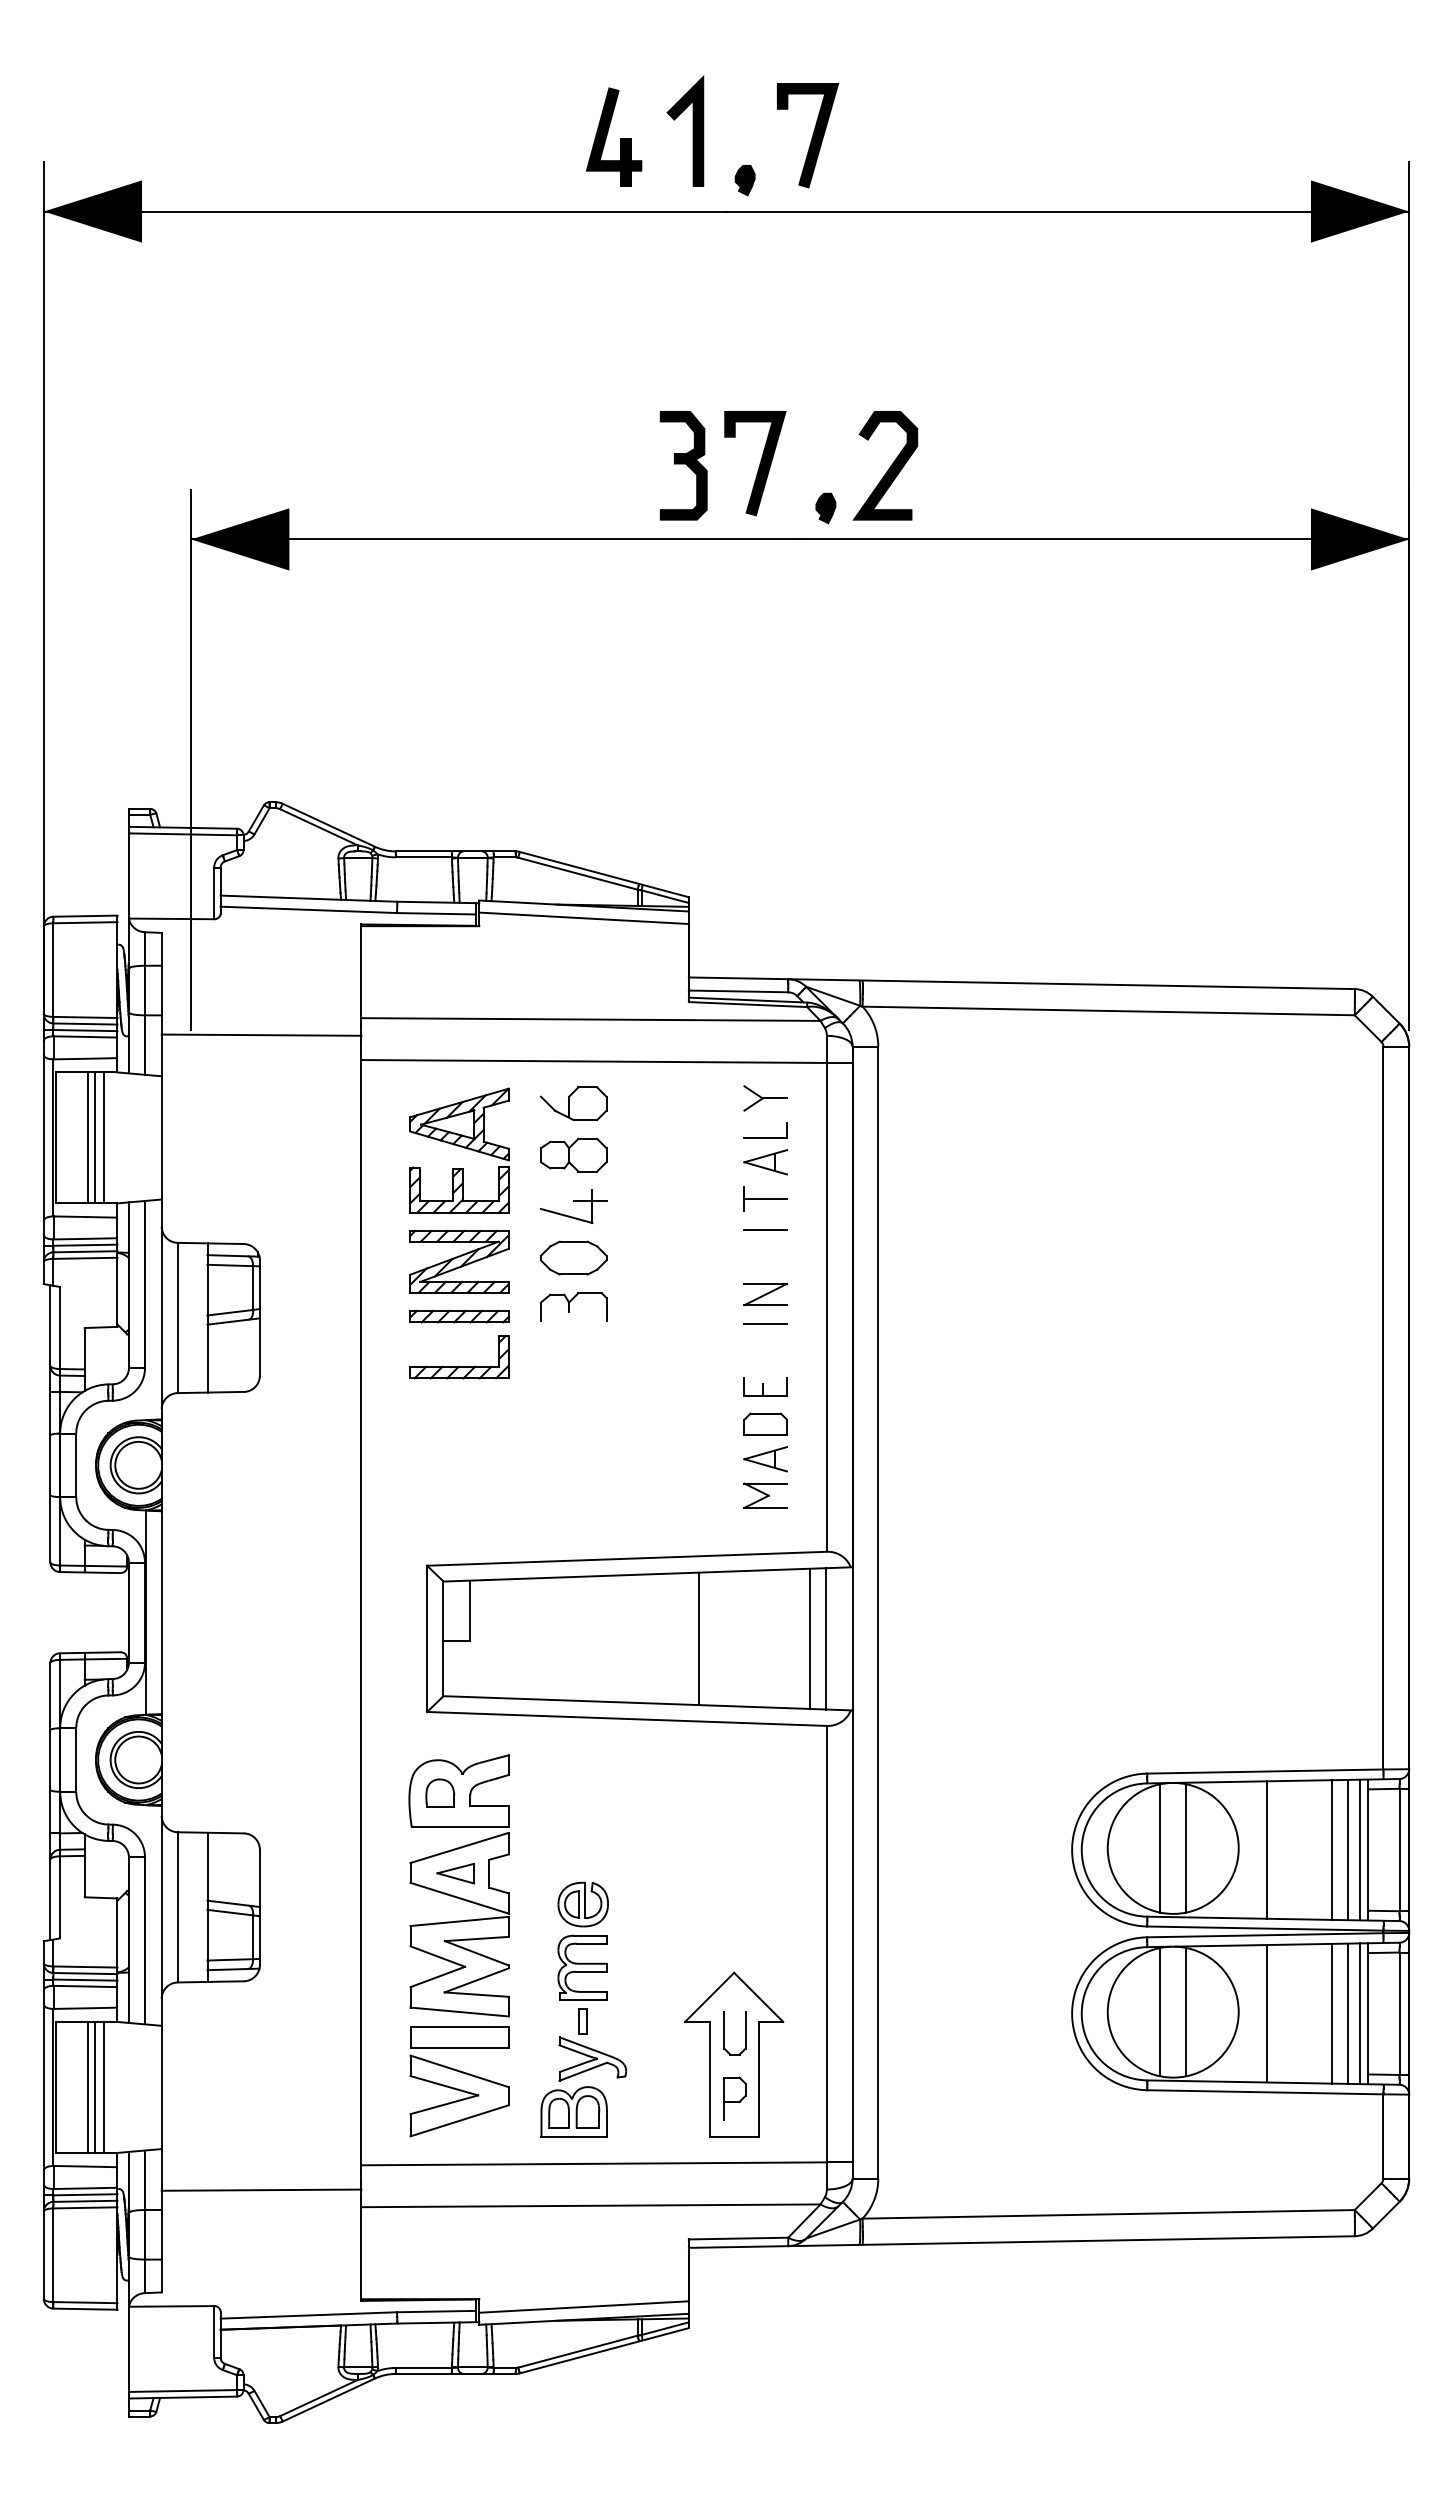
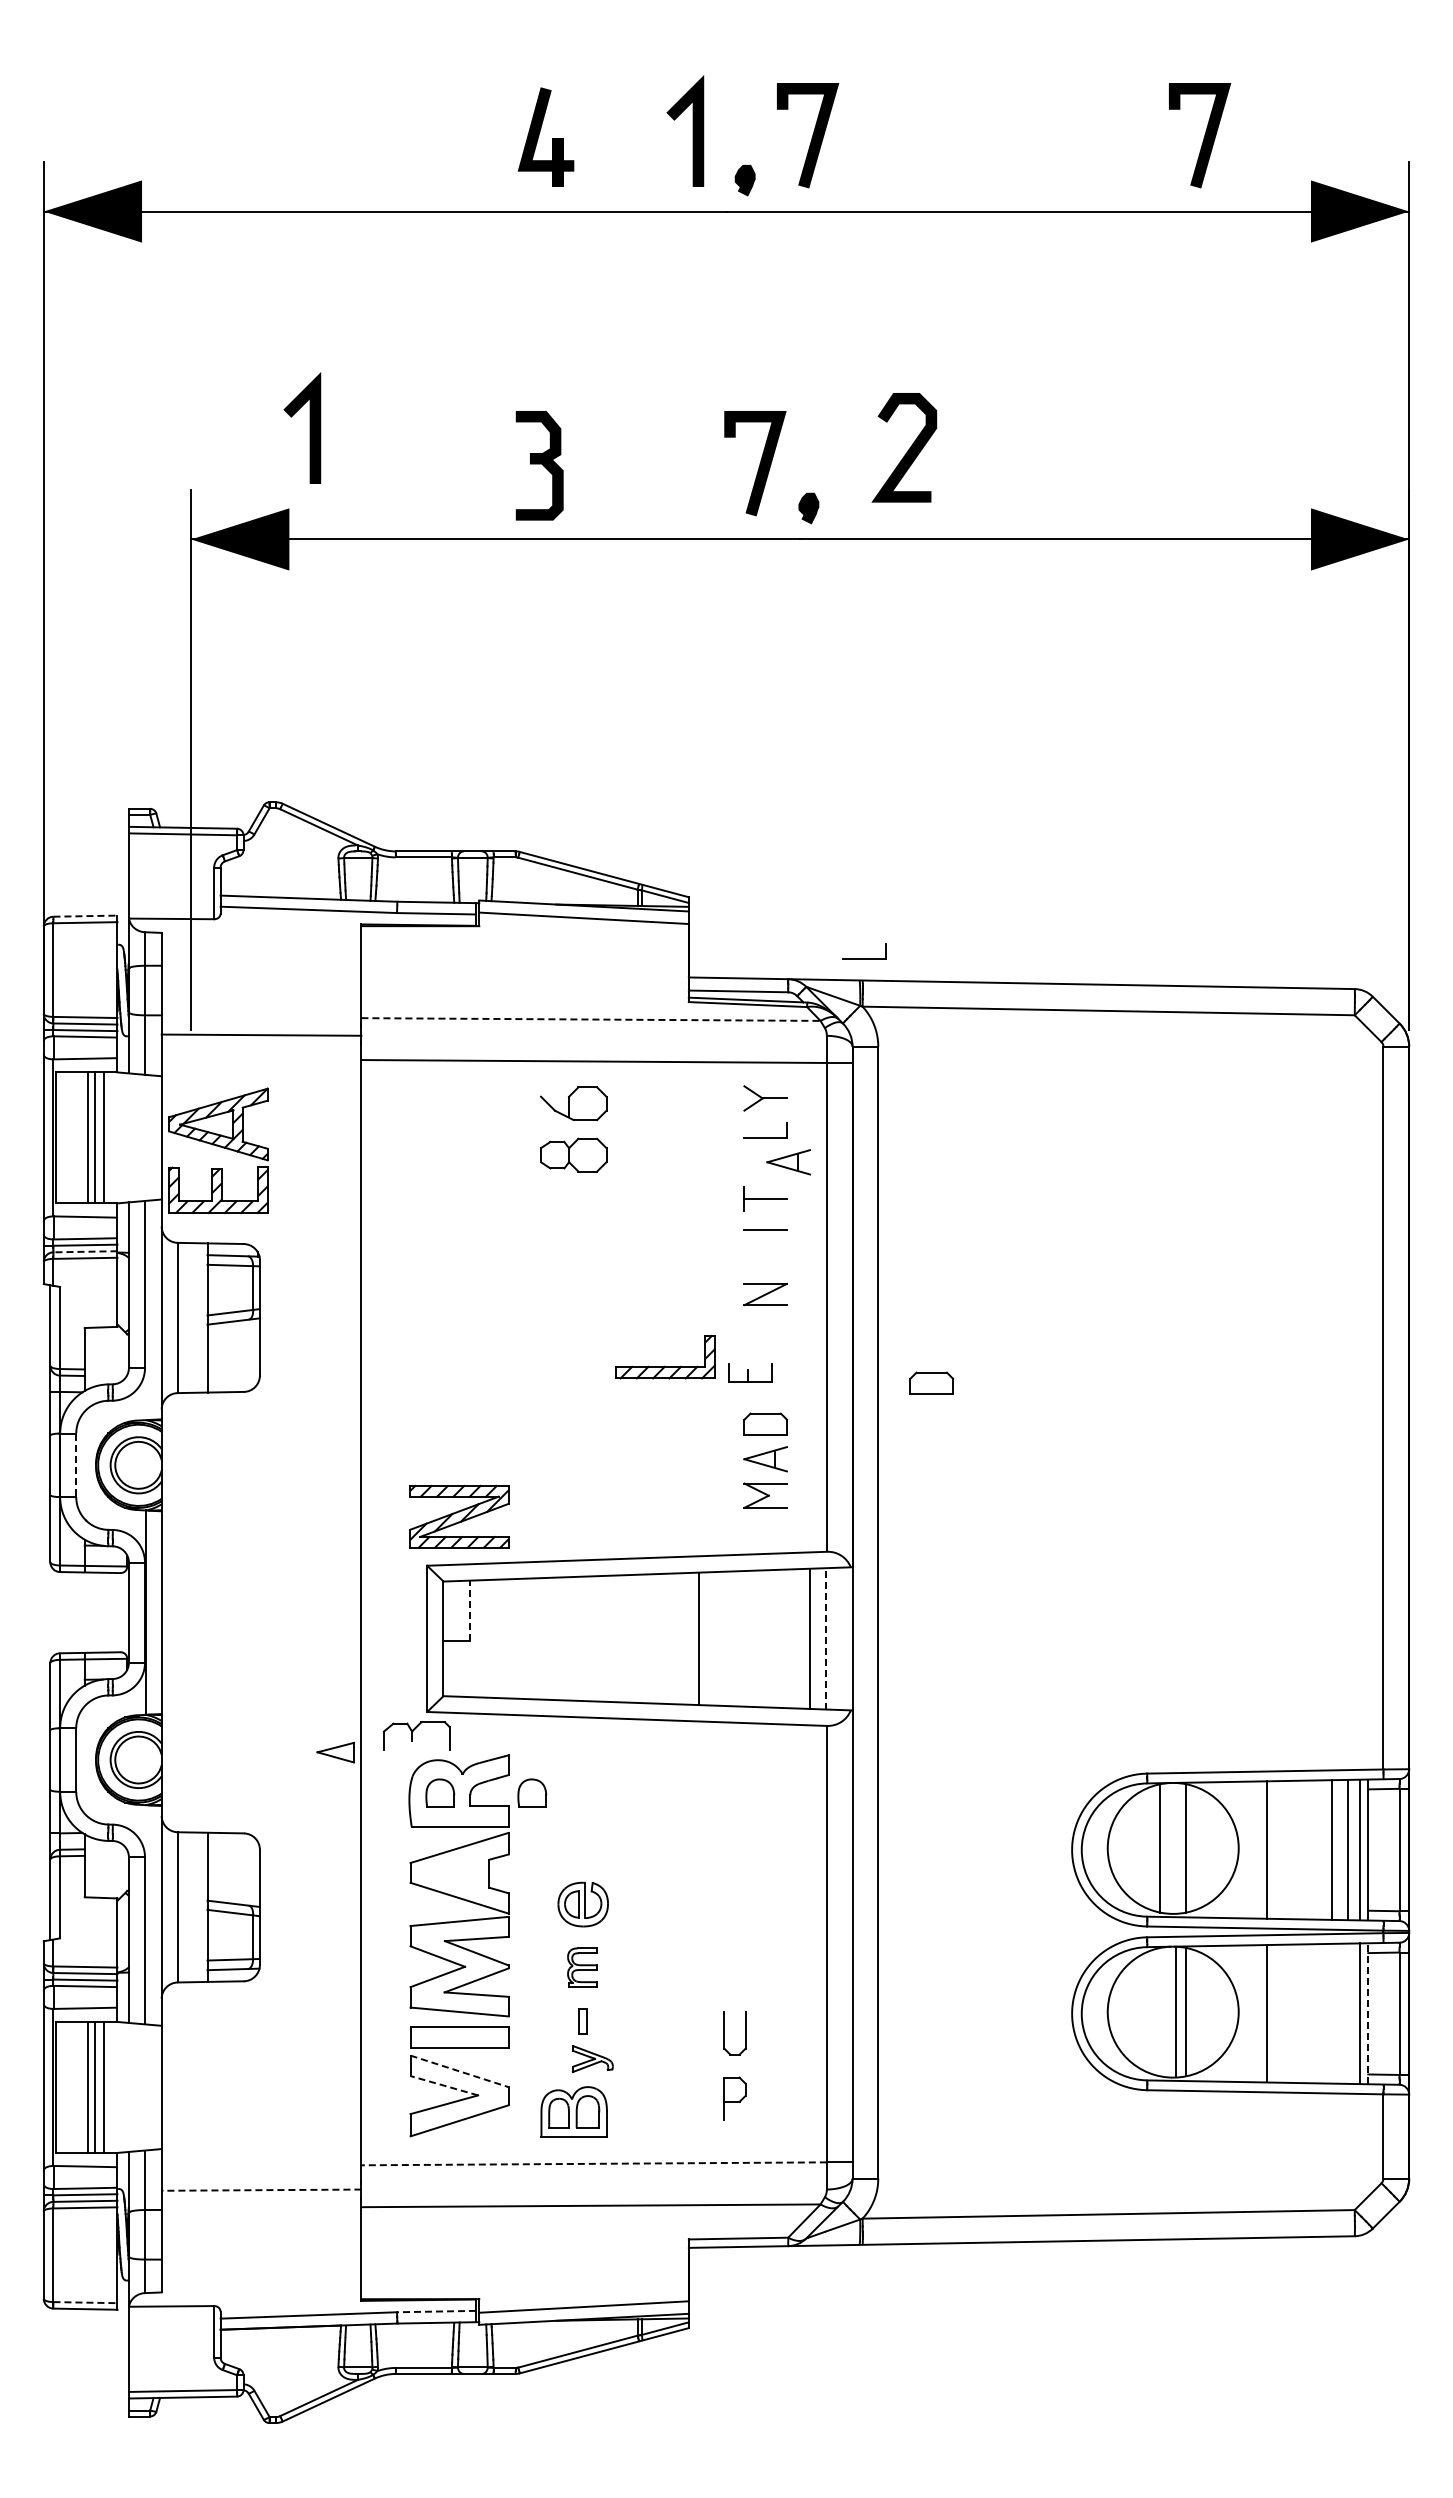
part at (613, 136) position: (613, 136) -> (545, 136)
line at (1203, 137): none -> present
line at (309, 427): none -> present
part at (683, 465) position: (683, 465) -> (539, 465)
curve at (888, 468) position: (888, 468) -> (907, 450)
part at (825, 508) position: (825, 508) -> (808, 508)
line at (85, 916): solid -> dashed
part at (864, 958): none -> present
line at (590, 1019): solid -> dashed
part at (459, 1150) position: (459, 1150) -> (218, 1150)
part at (765, 1162) position: (765, 1162) -> (788, 1162)
part at (573, 1206): present -> none
line at (84, 1251): solid -> dashed
part at (573, 1257): present -> none
part at (459, 1261) position: (459, 1261) -> (459, 1516)
part at (573, 1306) position: (573, 1306) -> (416, 1735)
part at (459, 1316): present -> none
line at (765, 1323): present -> none
part at (458, 1365) position: (458, 1365) -> (664, 1365)
part at (931, 1382): none -> present
part at (765, 1386) position: (765, 1386) -> (750, 1372)
line at (76, 1465): solid -> dashed
line at (469, 1610): solid -> dashed
line at (826, 1638): solid -> dashed
part at (532, 1792): none -> present
part at (455, 1873) position: (455, 1873) -> (335, 1752)
part at (582, 1967) size: 51x67 px -> 31x41 px
line at (1160, 2011) position: (1160, 2011) -> (1176, 2011)
line at (1332, 2013): present -> none
line at (1348, 2013): present -> none
line at (1368, 2013): solid -> dashed
part at (734, 2054): present -> none
part at (592, 2058) size: 70x46 px -> 43x29 px
line at (459, 2071): solid -> dashed
line at (443, 2085): solid -> dashed
line at (594, 2163): solid -> dashed
line at (261, 2190): solid -> dashed
line at (85, 2302): solid -> dashed
line at (436, 2311): solid -> dashed
